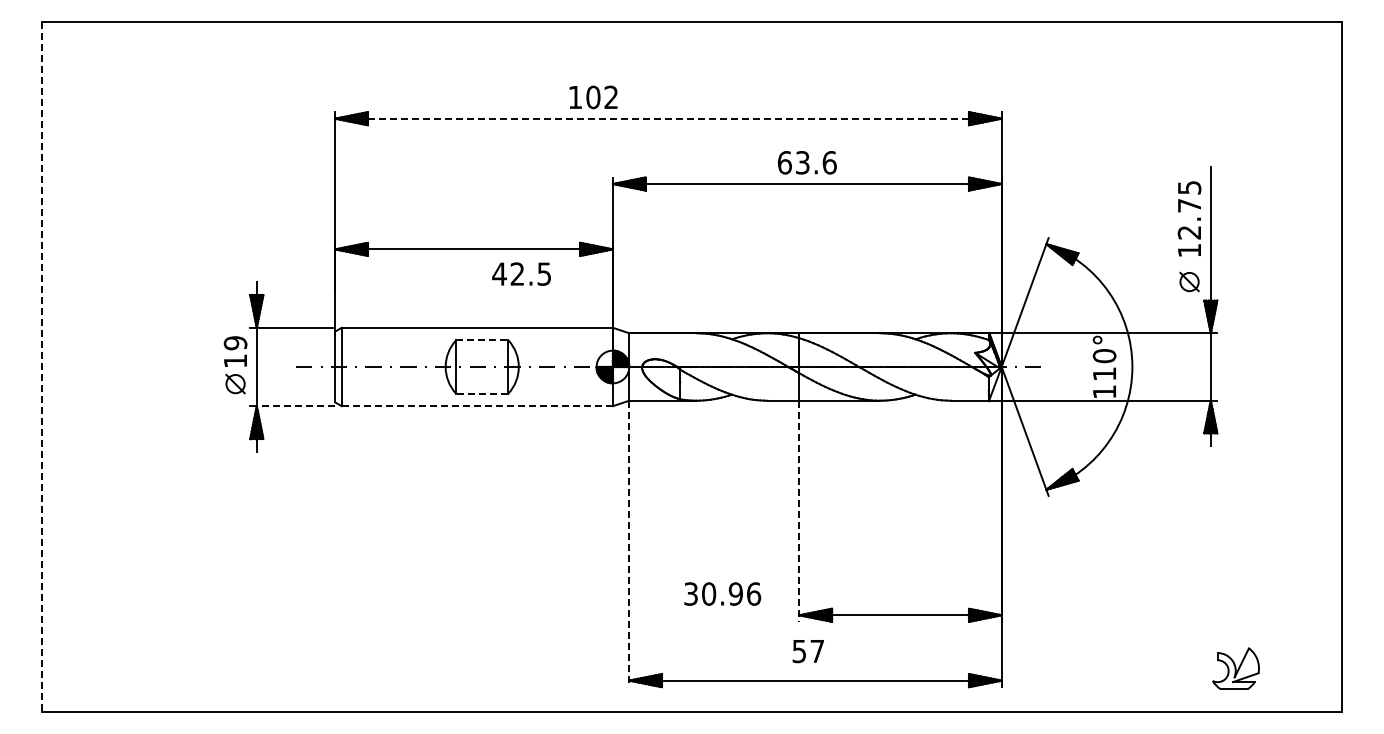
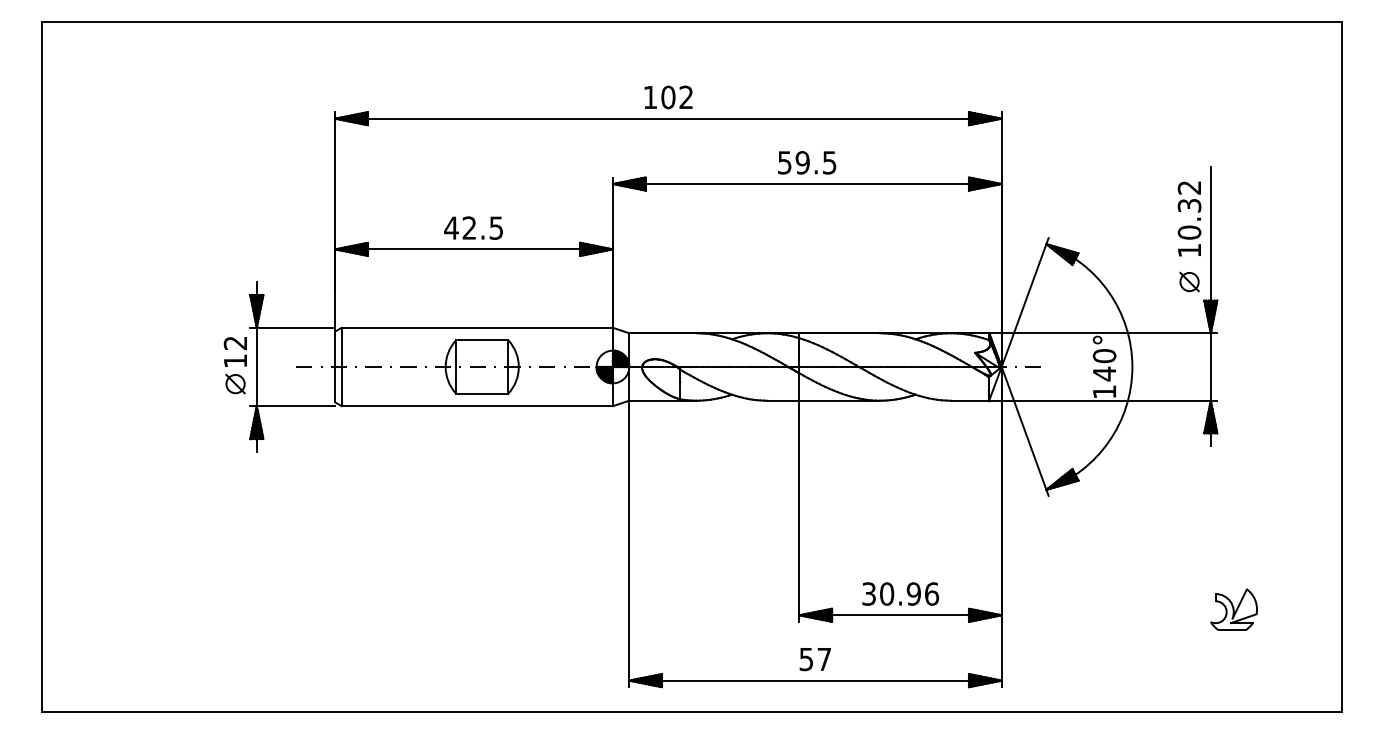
text at (593, 97) position: (593, 97) -> (668, 97)
line at (668, 118): dashed -> solid
text at (807, 162): 63.6 -> 59.5
text at (1189, 210): 12.75 -> 10.32
text at (521, 273) position: (521, 273) -> (473, 227)
line at (482, 340): dashed -> solid
text at (235, 343): 19 -> 12
line at (41, 367): dashed -> solid
text at (1104, 373): 110° -> 140°
line at (481, 393): dashed -> solid
line at (295, 406): dashed -> solid
line at (477, 406): dashed -> solid
line at (799, 511): dashed -> solid
line at (629, 544): dashed -> solid
text at (722, 593) position: (722, 593) -> (900, 593)
text at (807, 651) position: (807, 651) -> (814, 659)
part at (1235, 668) position: (1235, 668) -> (1233, 609)
